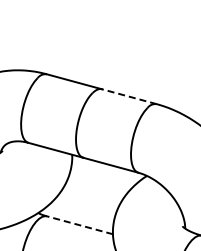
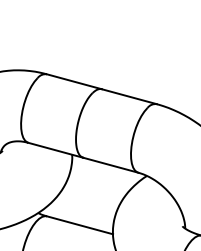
line at (128, 96): dashed -> solid
line at (79, 225): dashed -> solid
